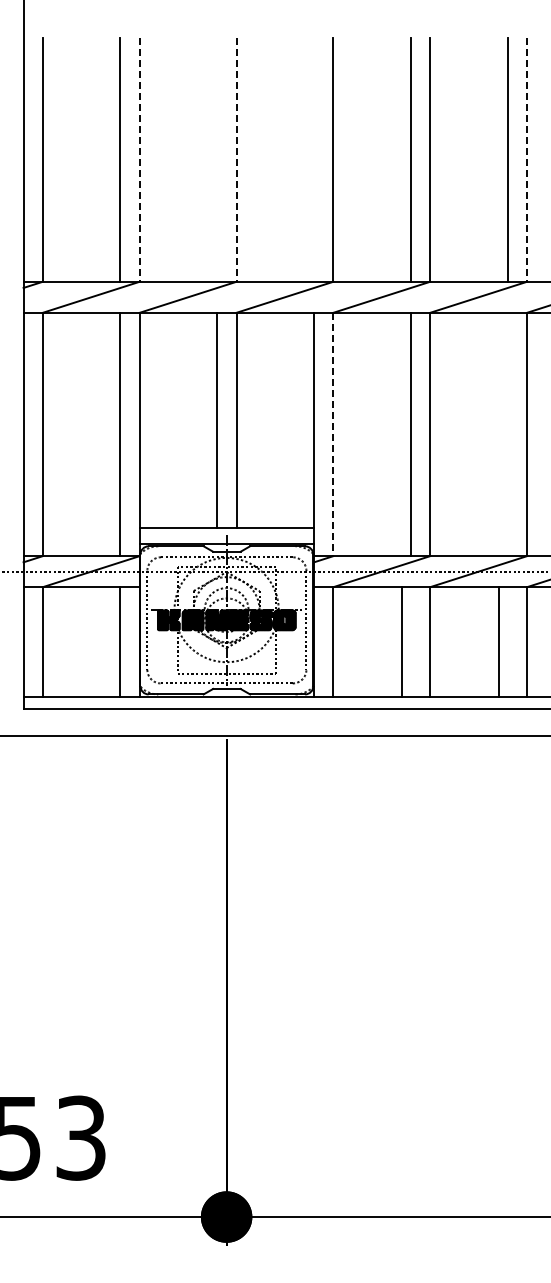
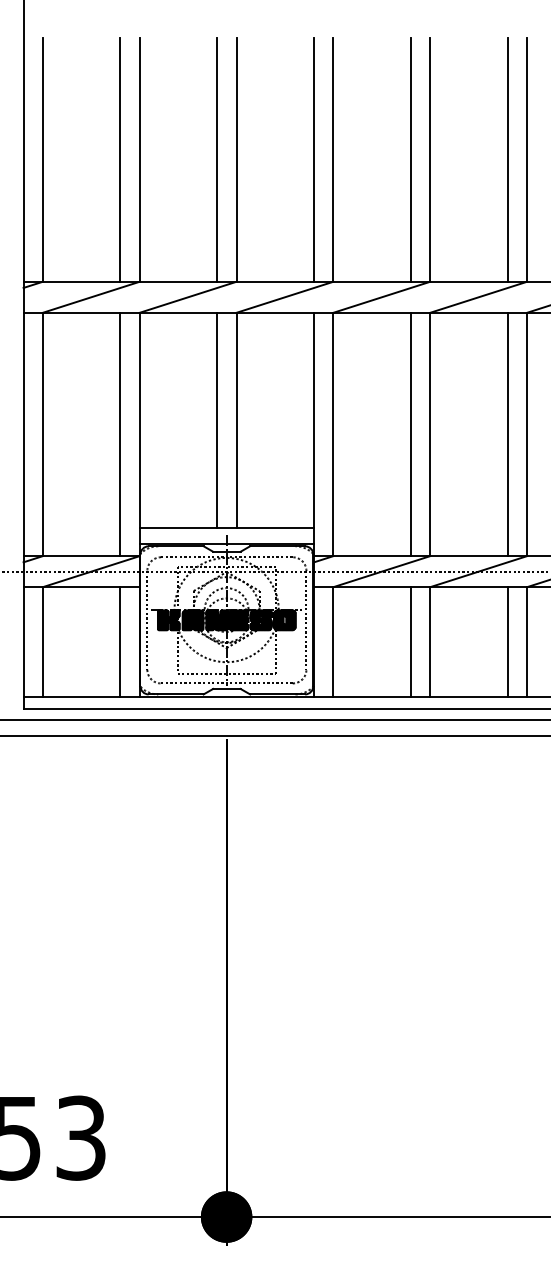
line at (217, 159): none -> present
line at (314, 159): none -> present
line at (139, 160): dashed -> solid
line at (236, 160): dashed -> solid
line at (527, 160): dashed -> solid
line at (333, 434): dashed -> solid
line at (507, 434): none -> present
line at (401, 641) position: (401, 641) -> (410, 641)
line at (498, 641) position: (498, 641) -> (507, 641)
line at (274, 719): none -> present
